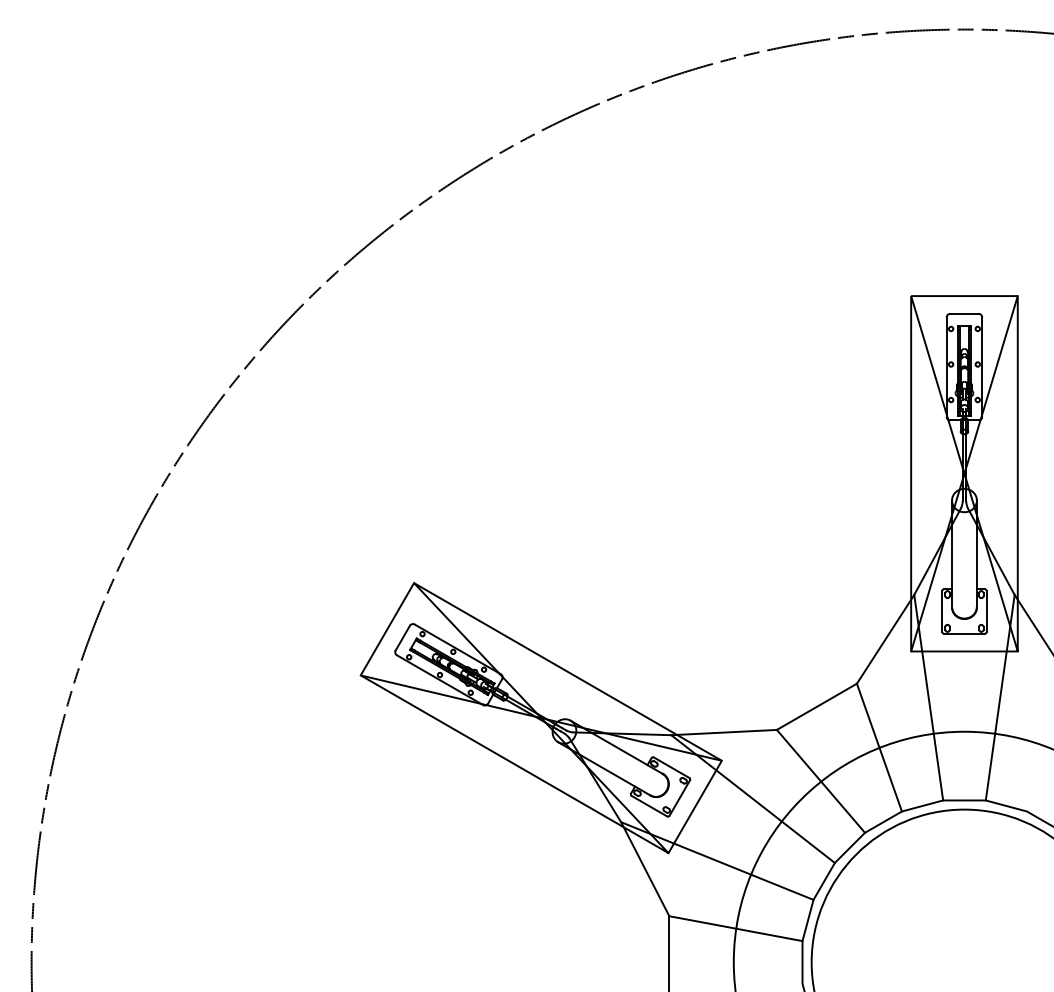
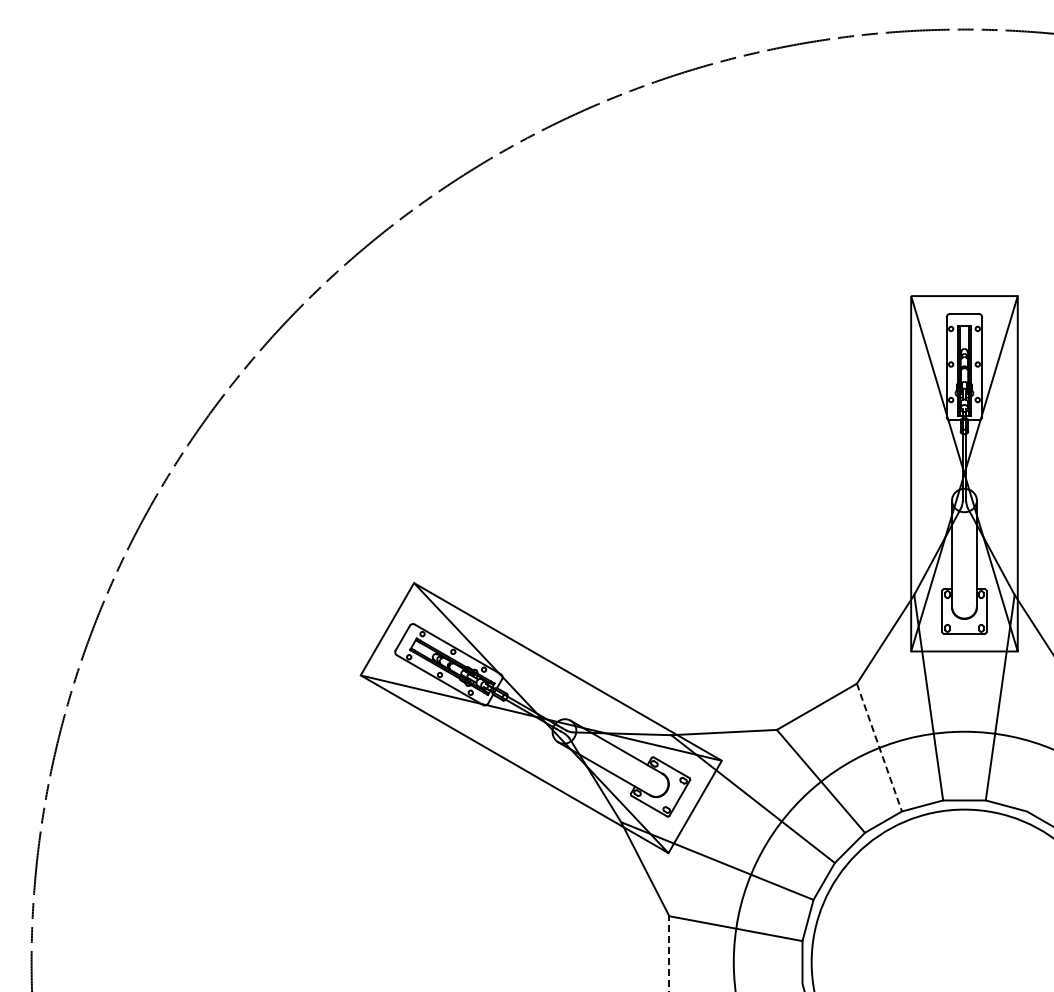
line at (879, 747): solid -> dashed
line at (669, 953): solid -> dashed
